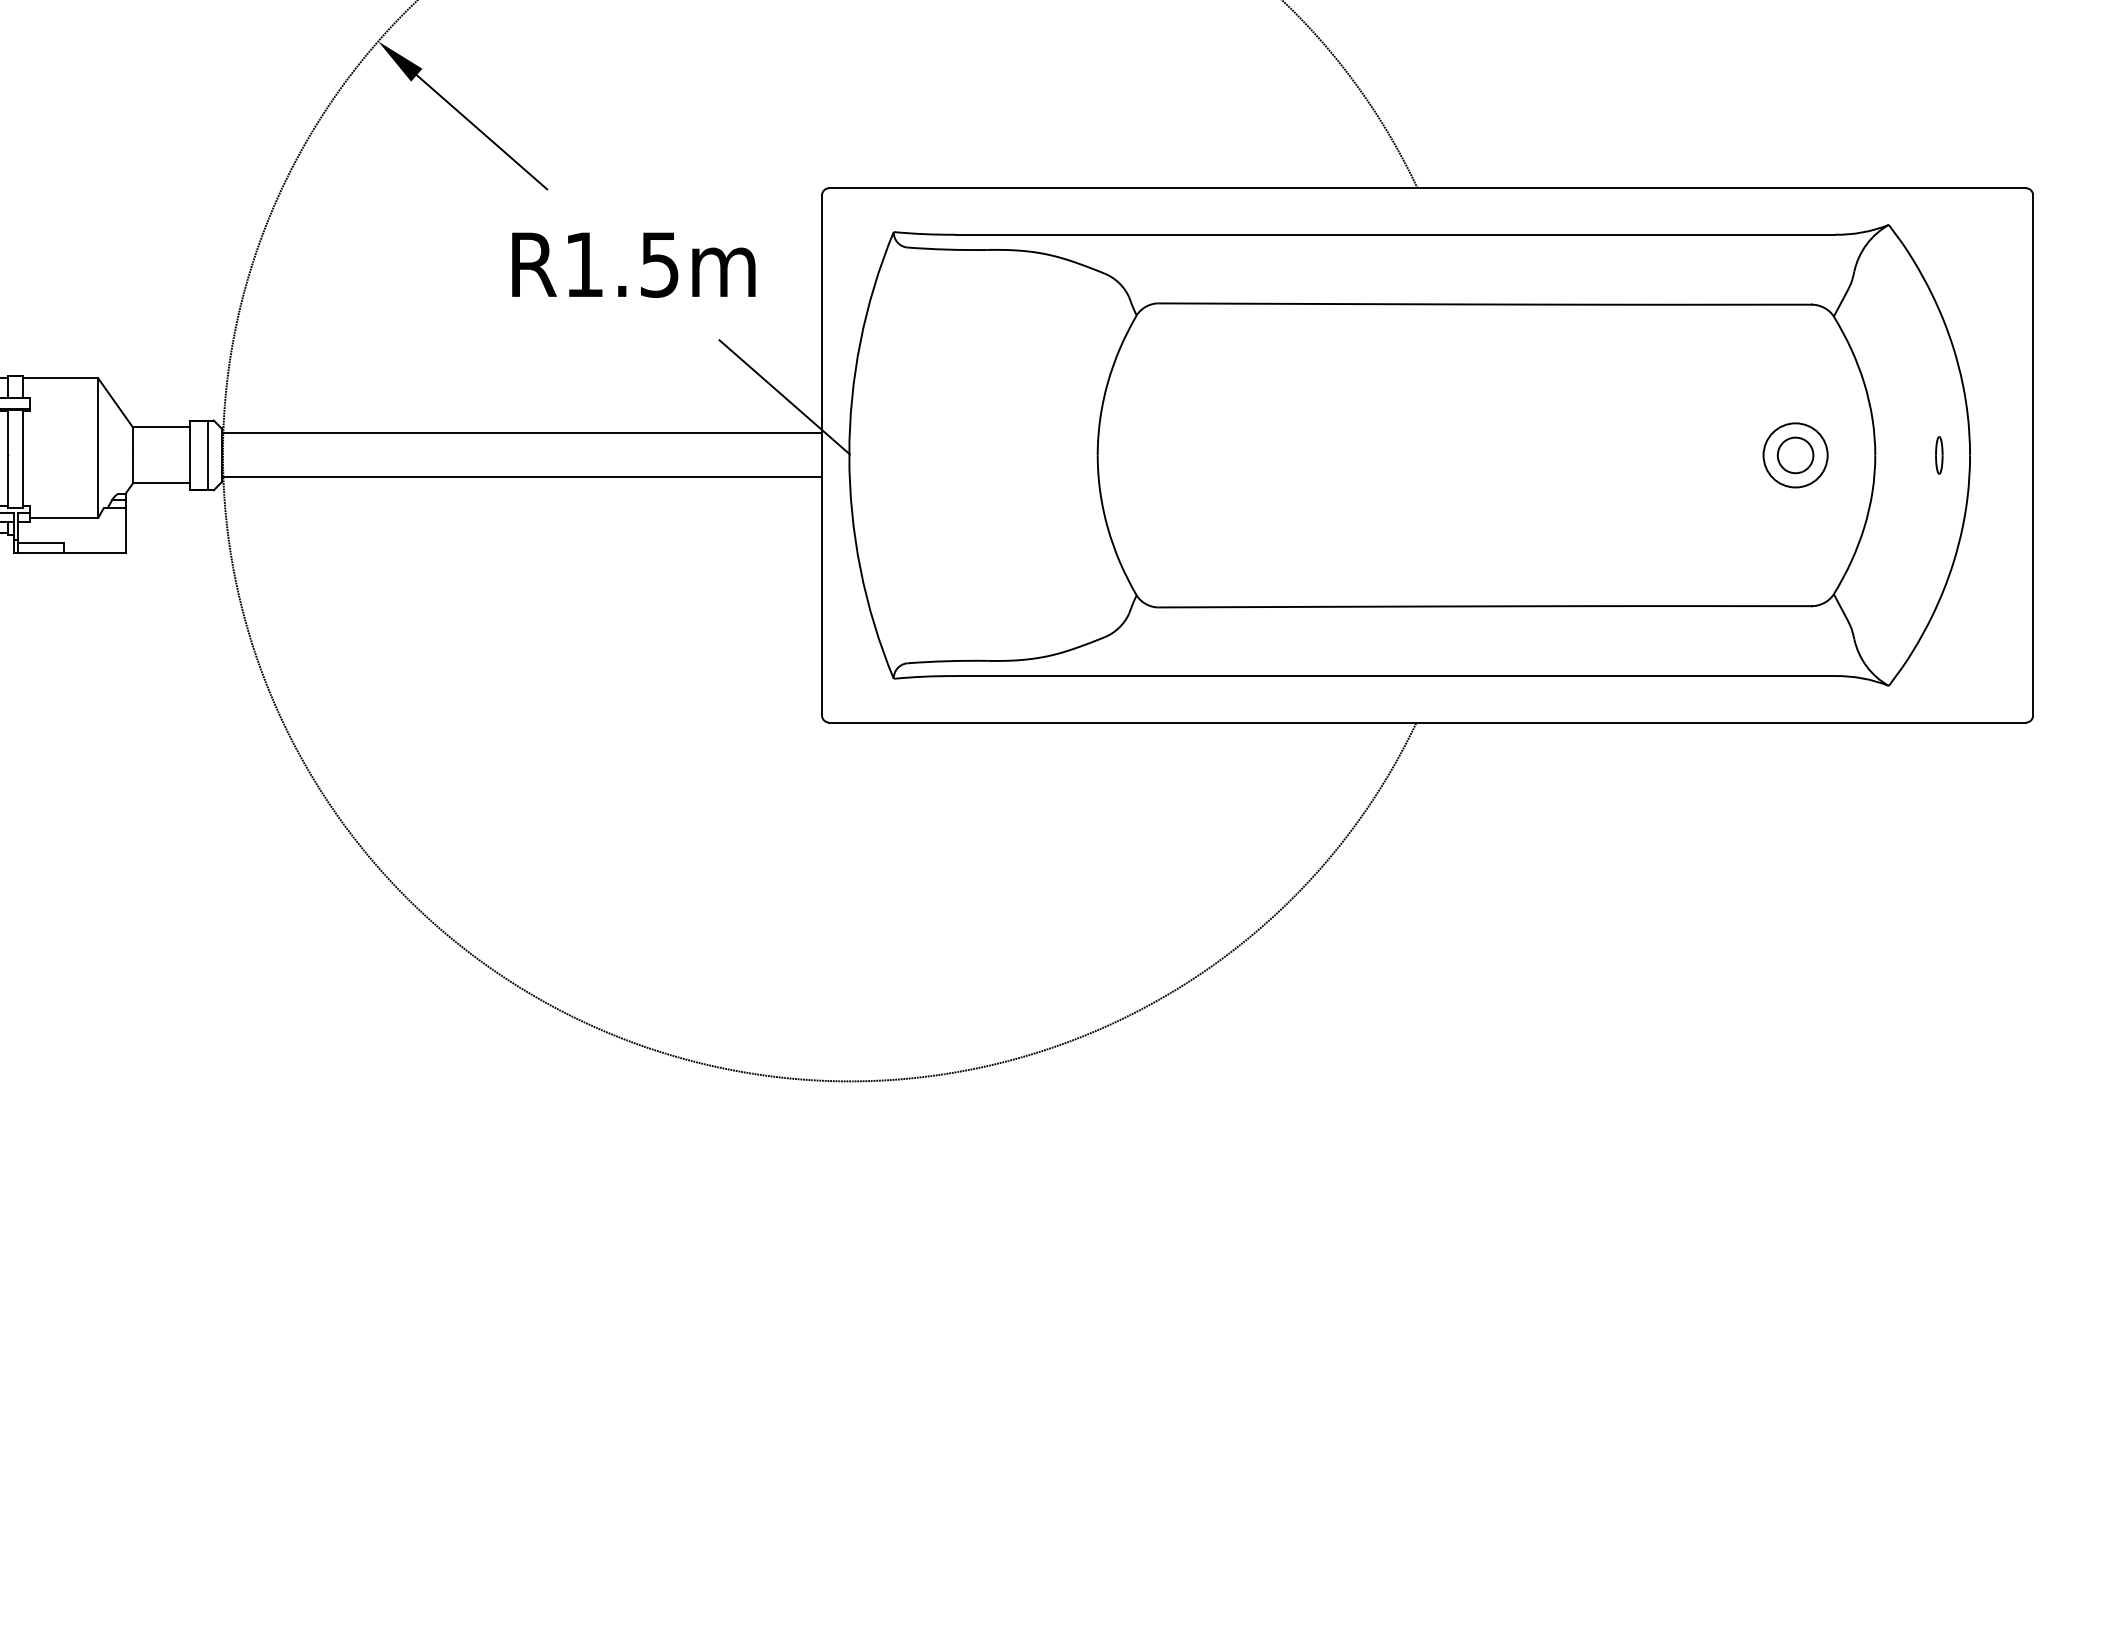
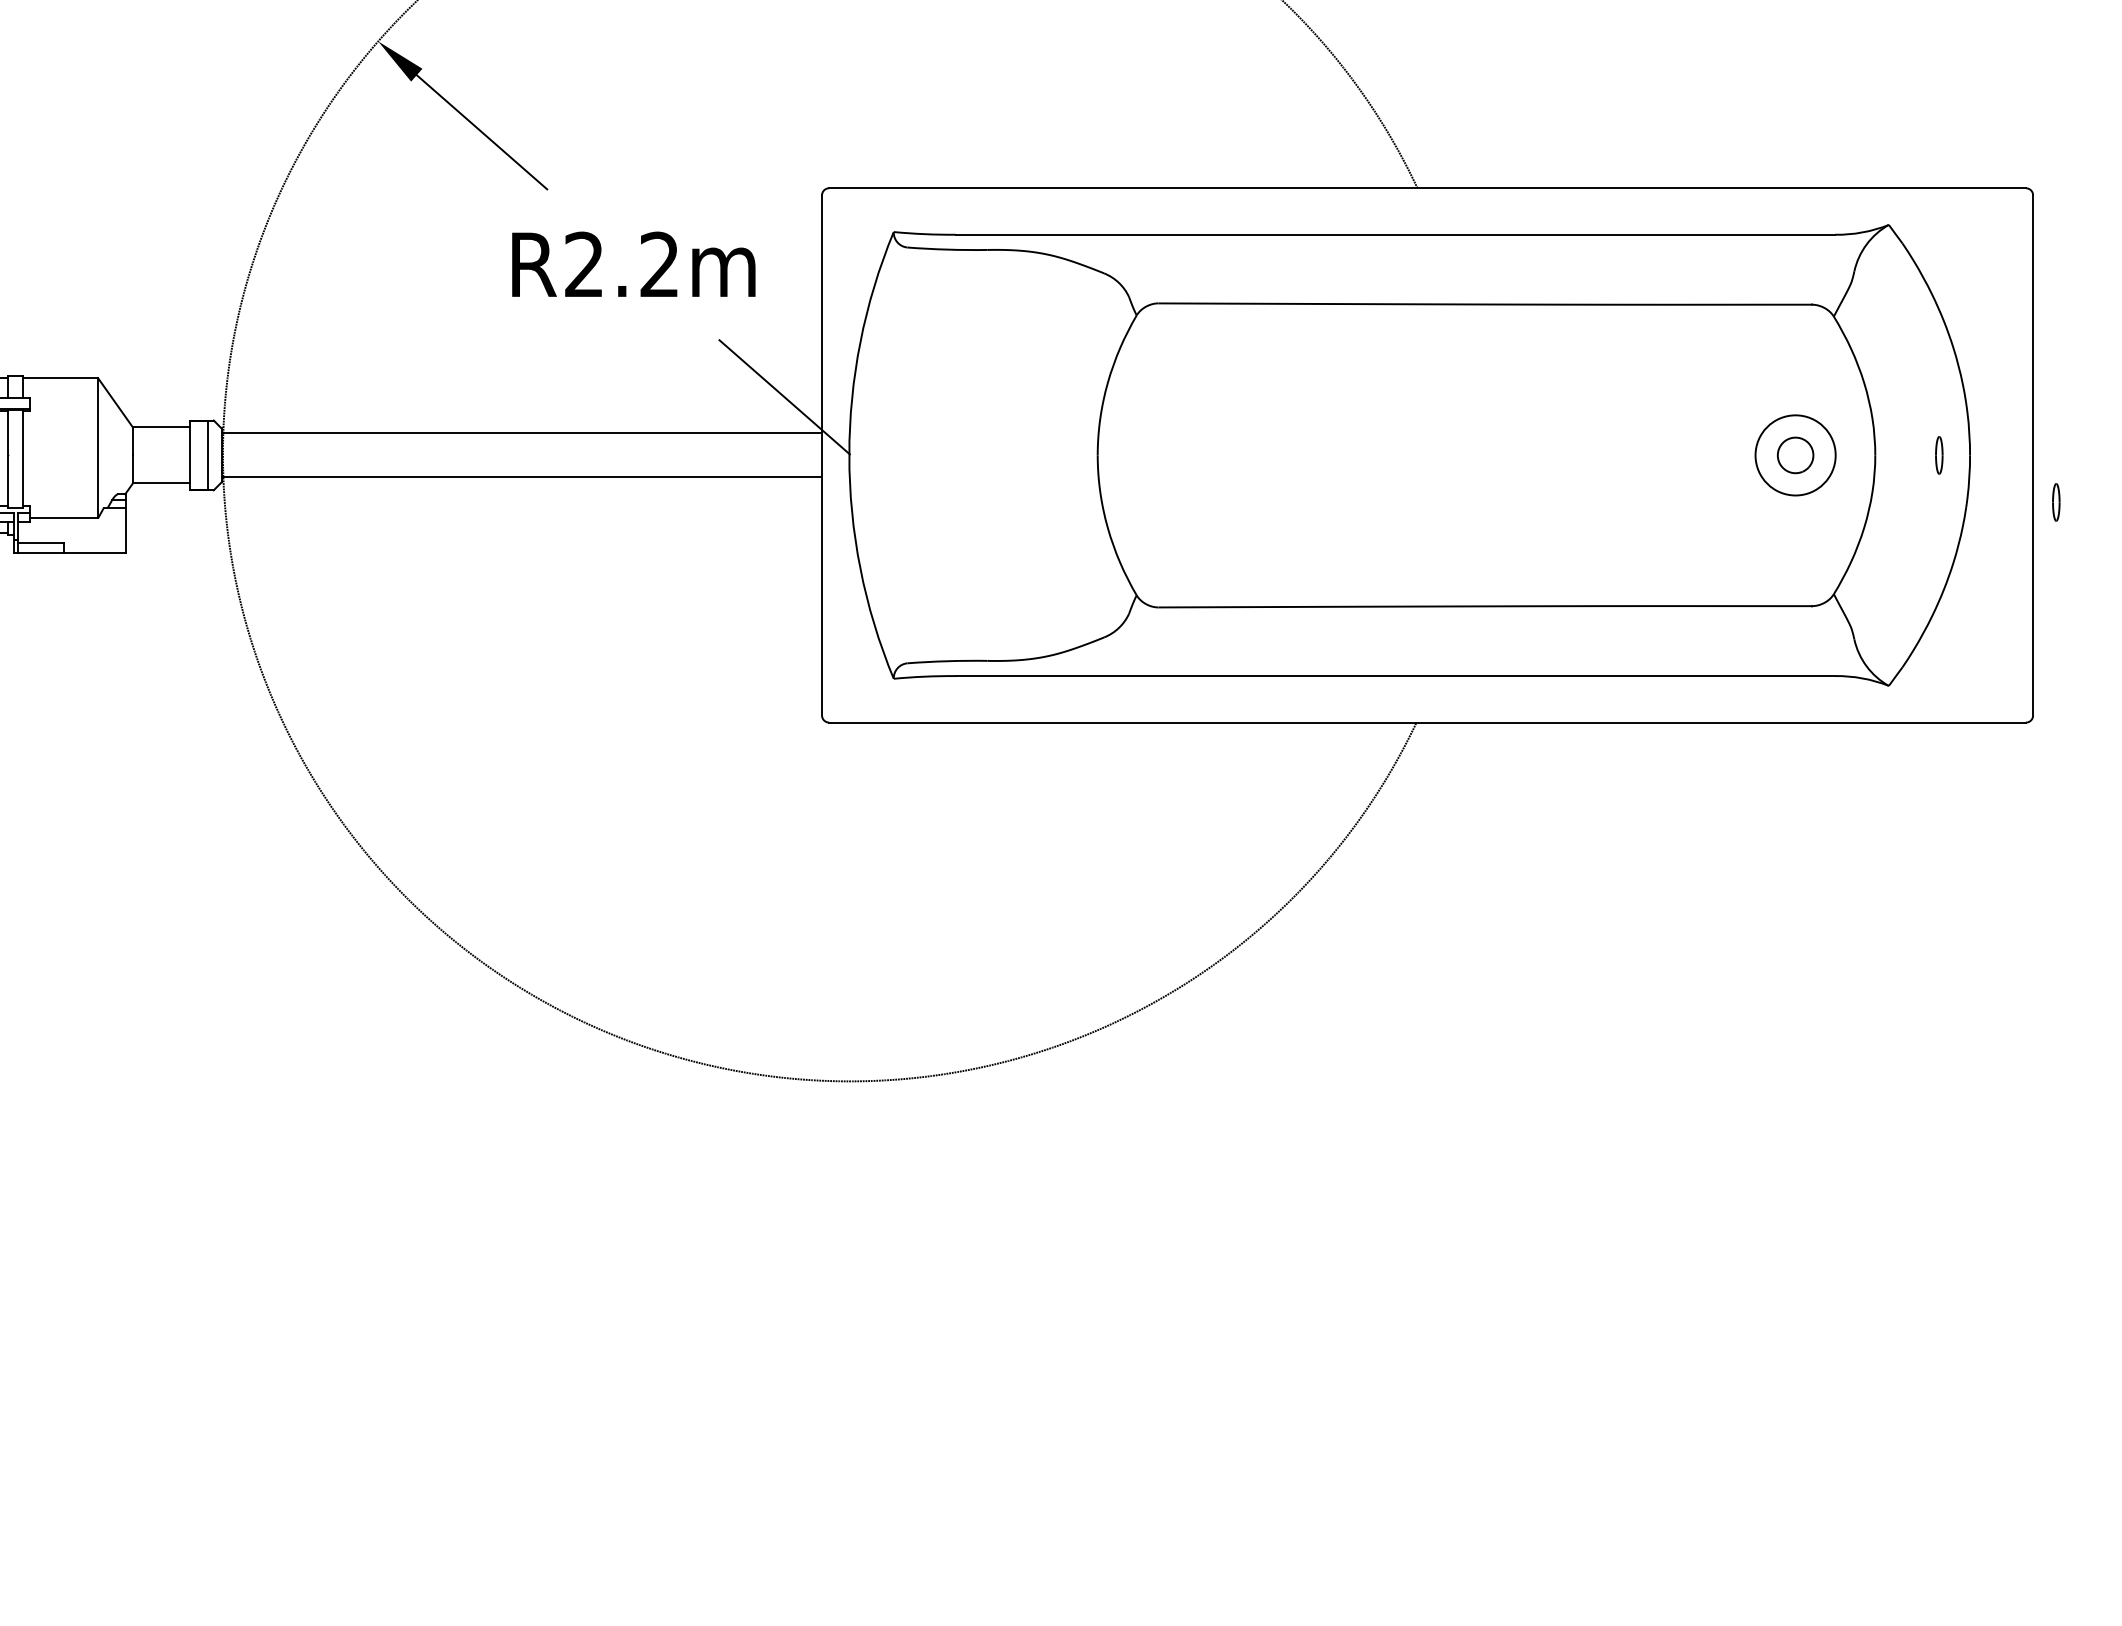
text at (621, 264): R1.5m -> R2.2m
circle at (1795, 455) diameter: 64 px -> 80 px
part at (2056, 502): none -> present
